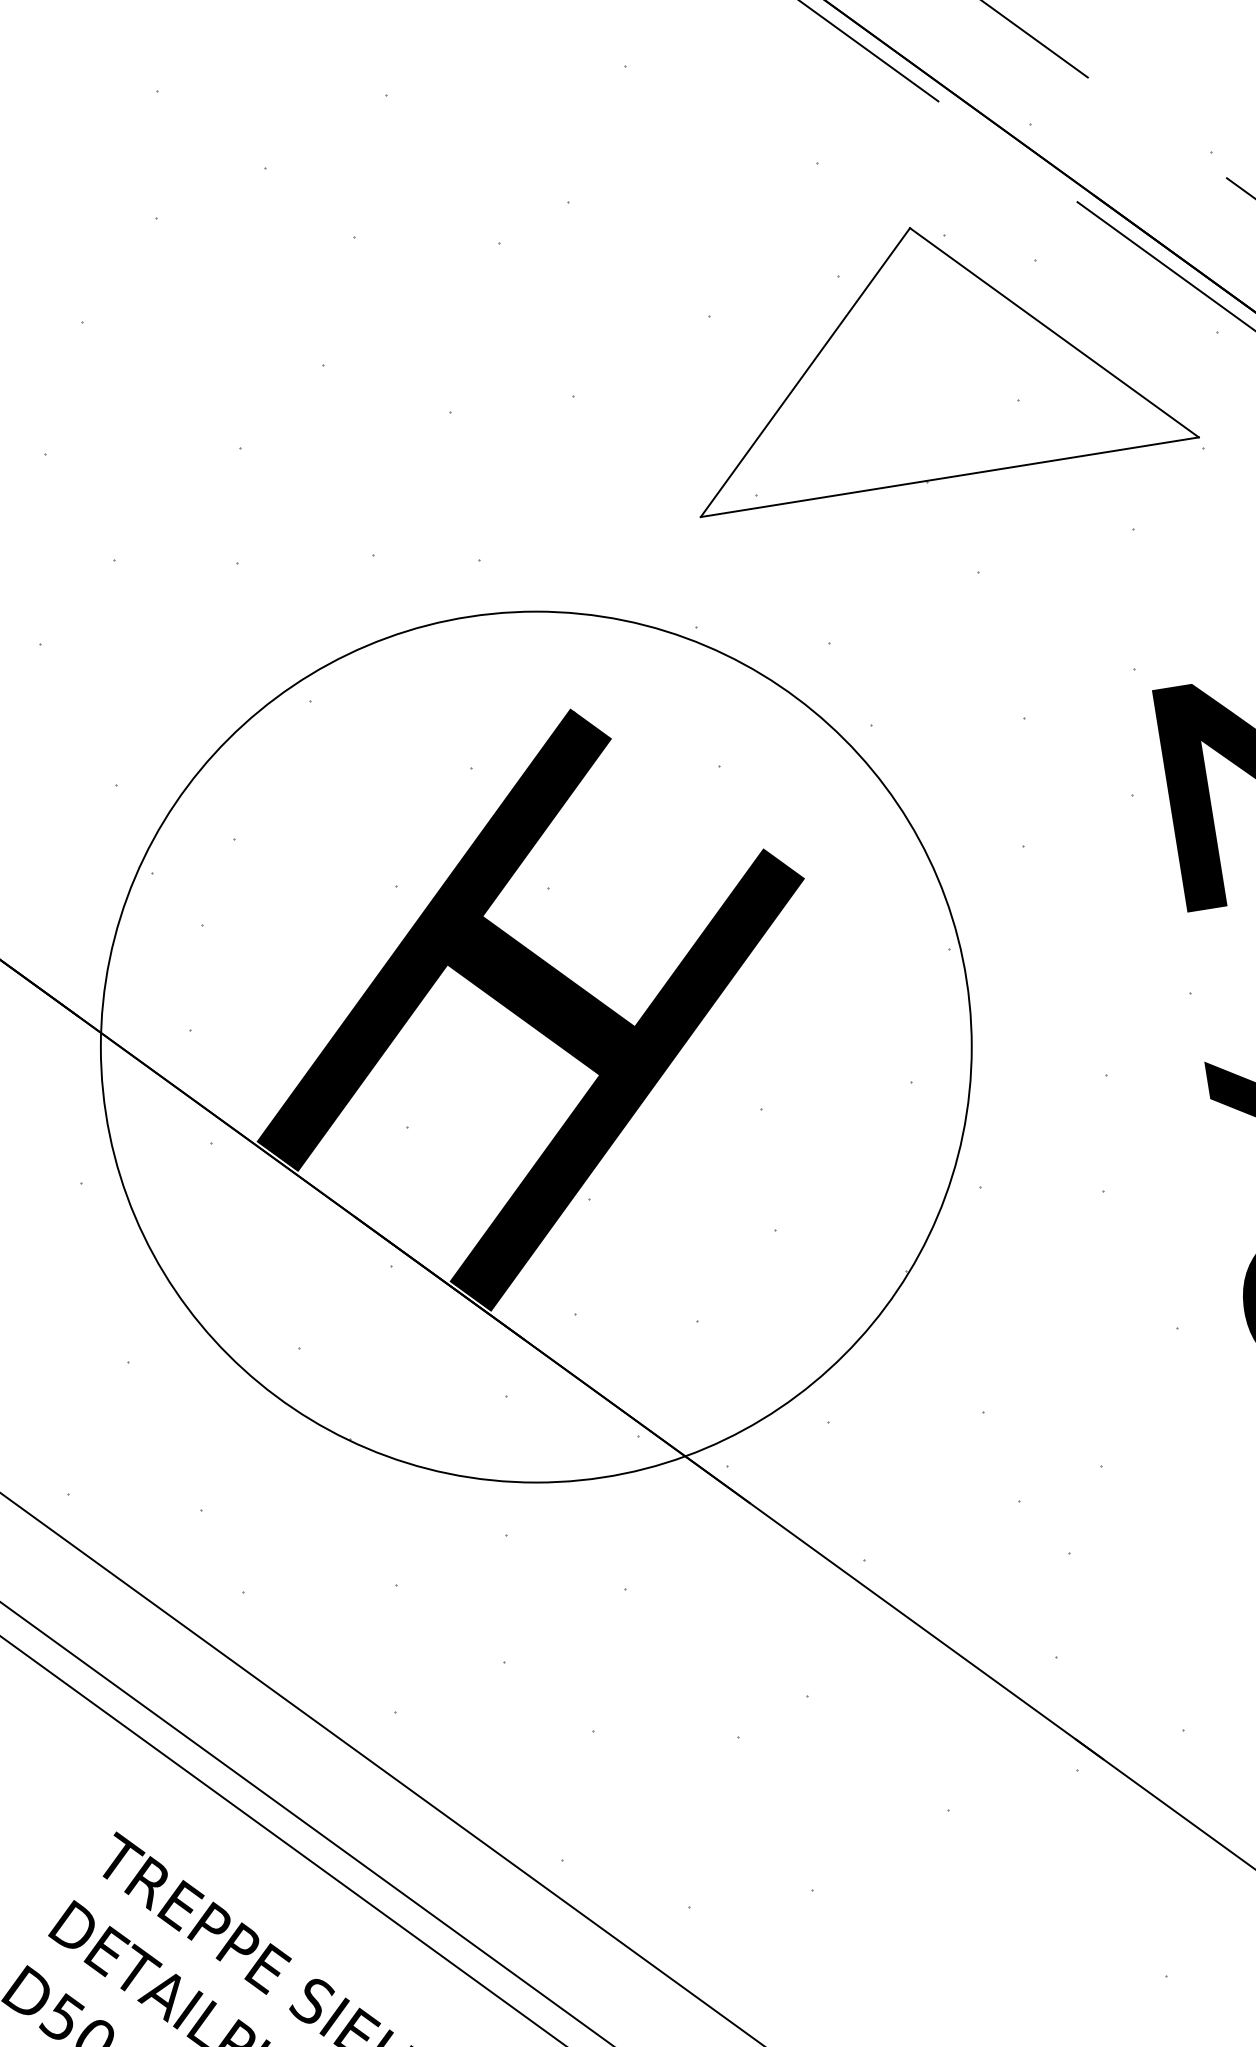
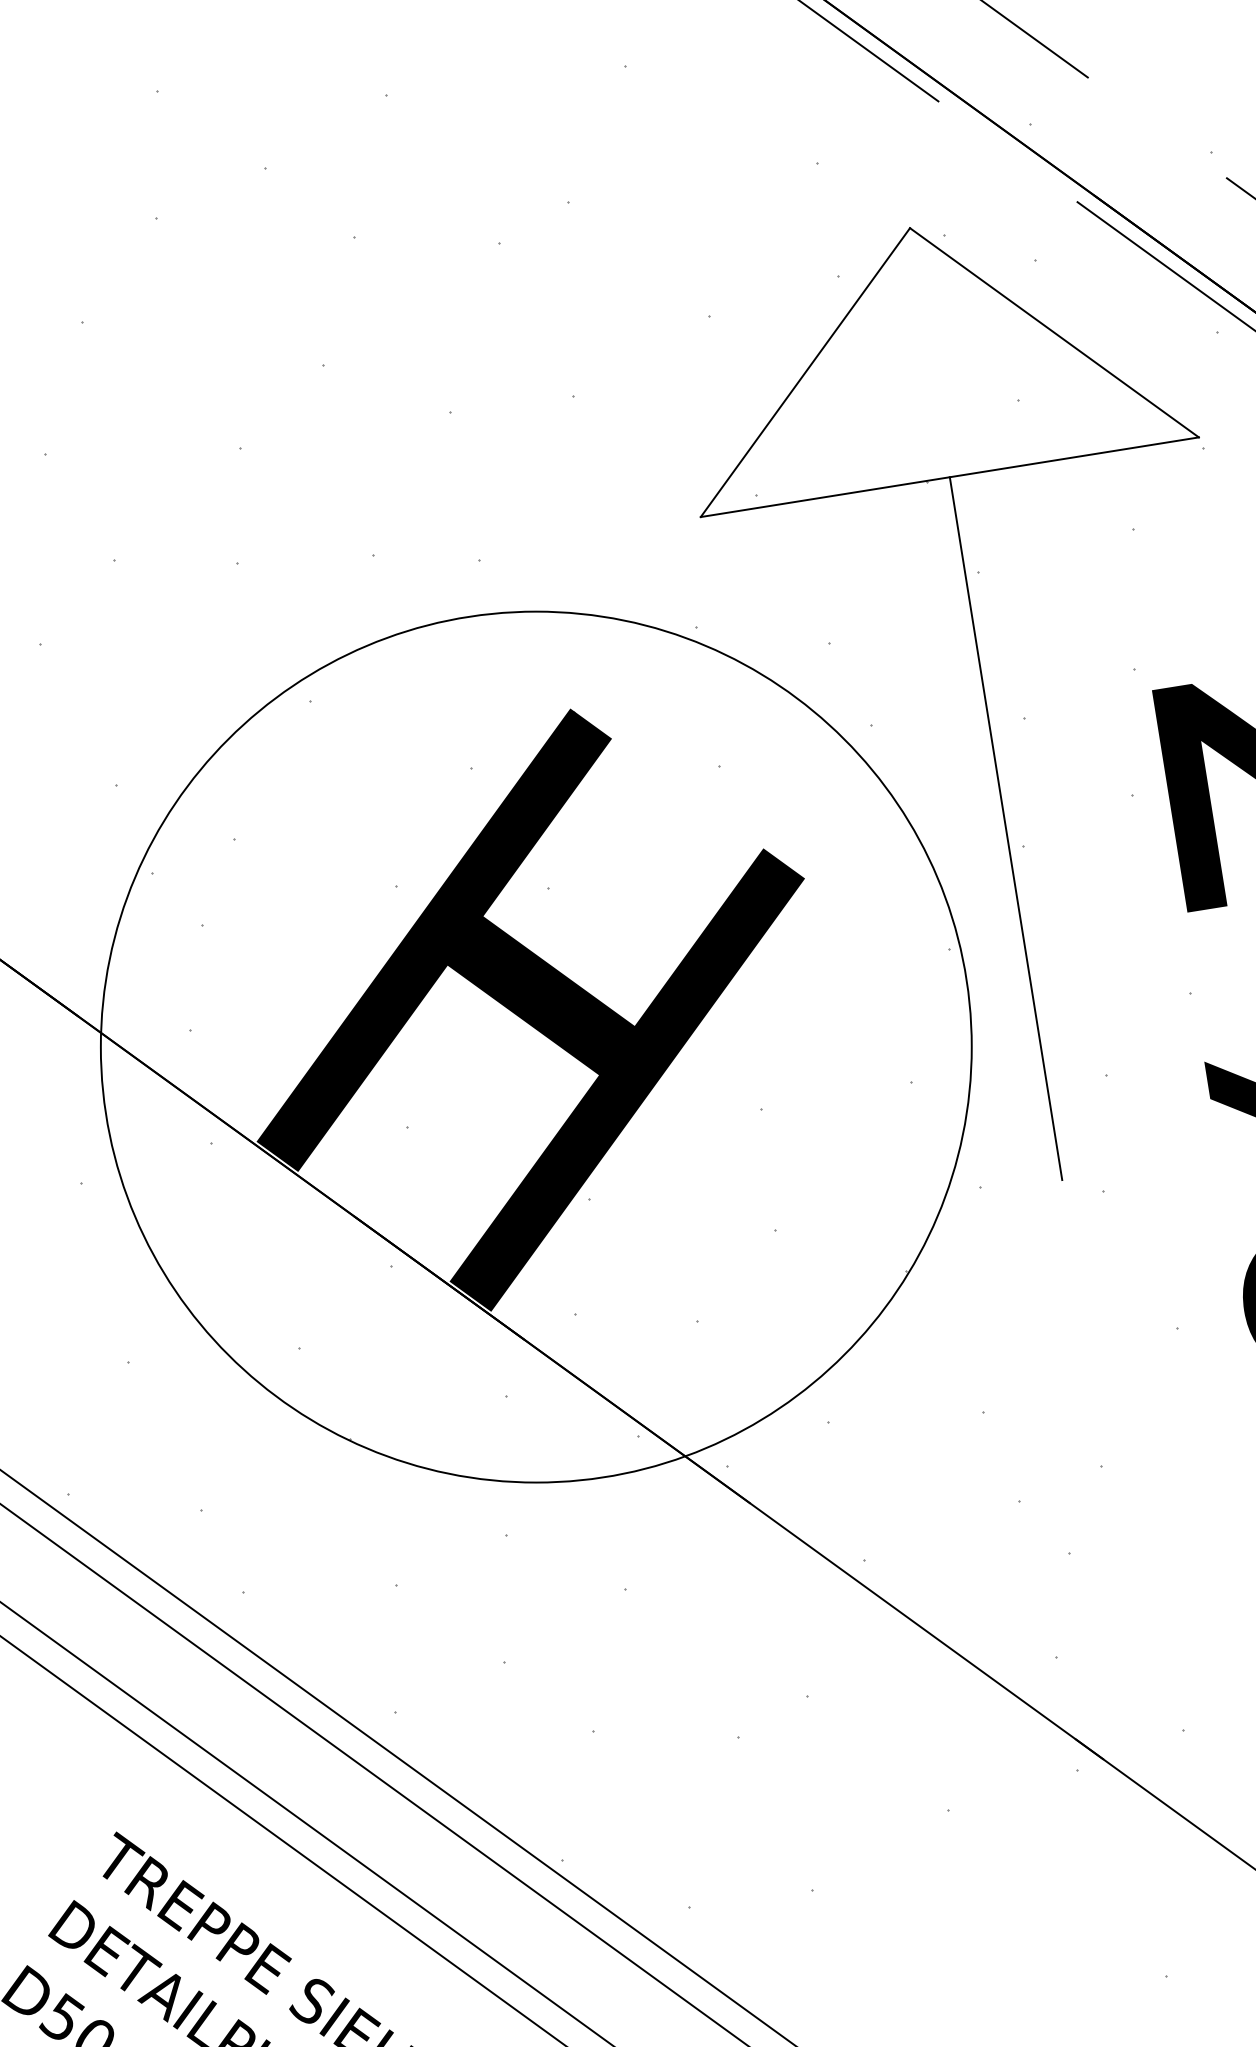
line at (1005, 828): none -> present
line at (381, 1768) position: (381, 1768) -> (397, 1757)
line at (373, 1774): none -> present
